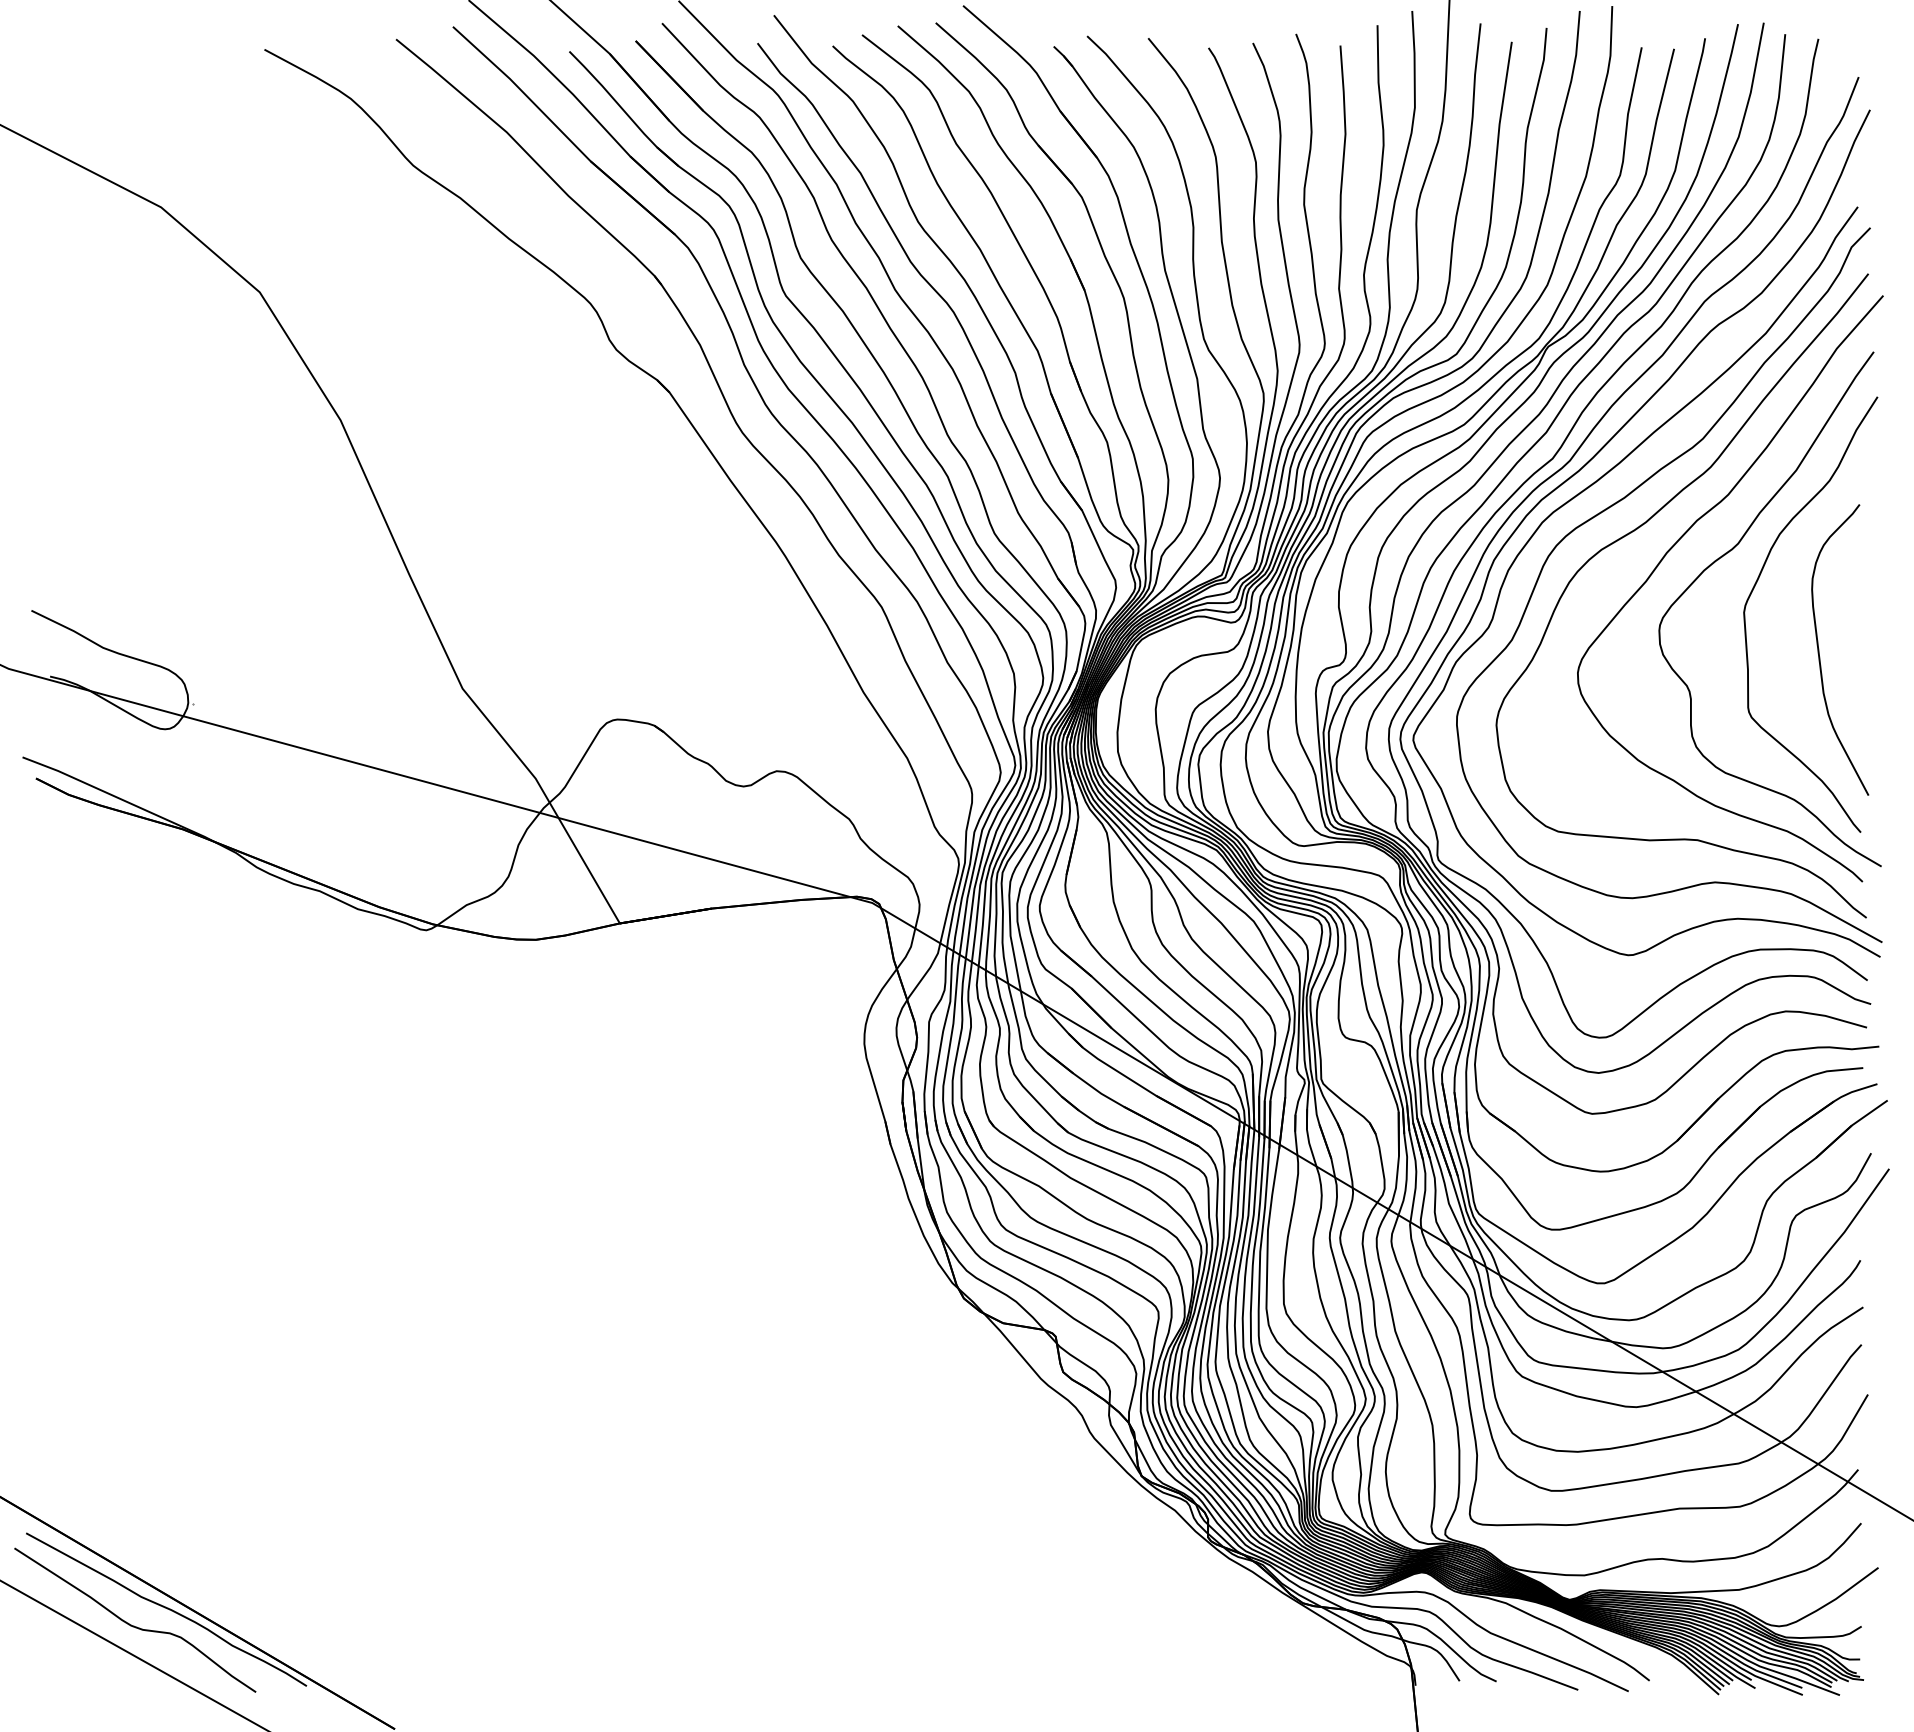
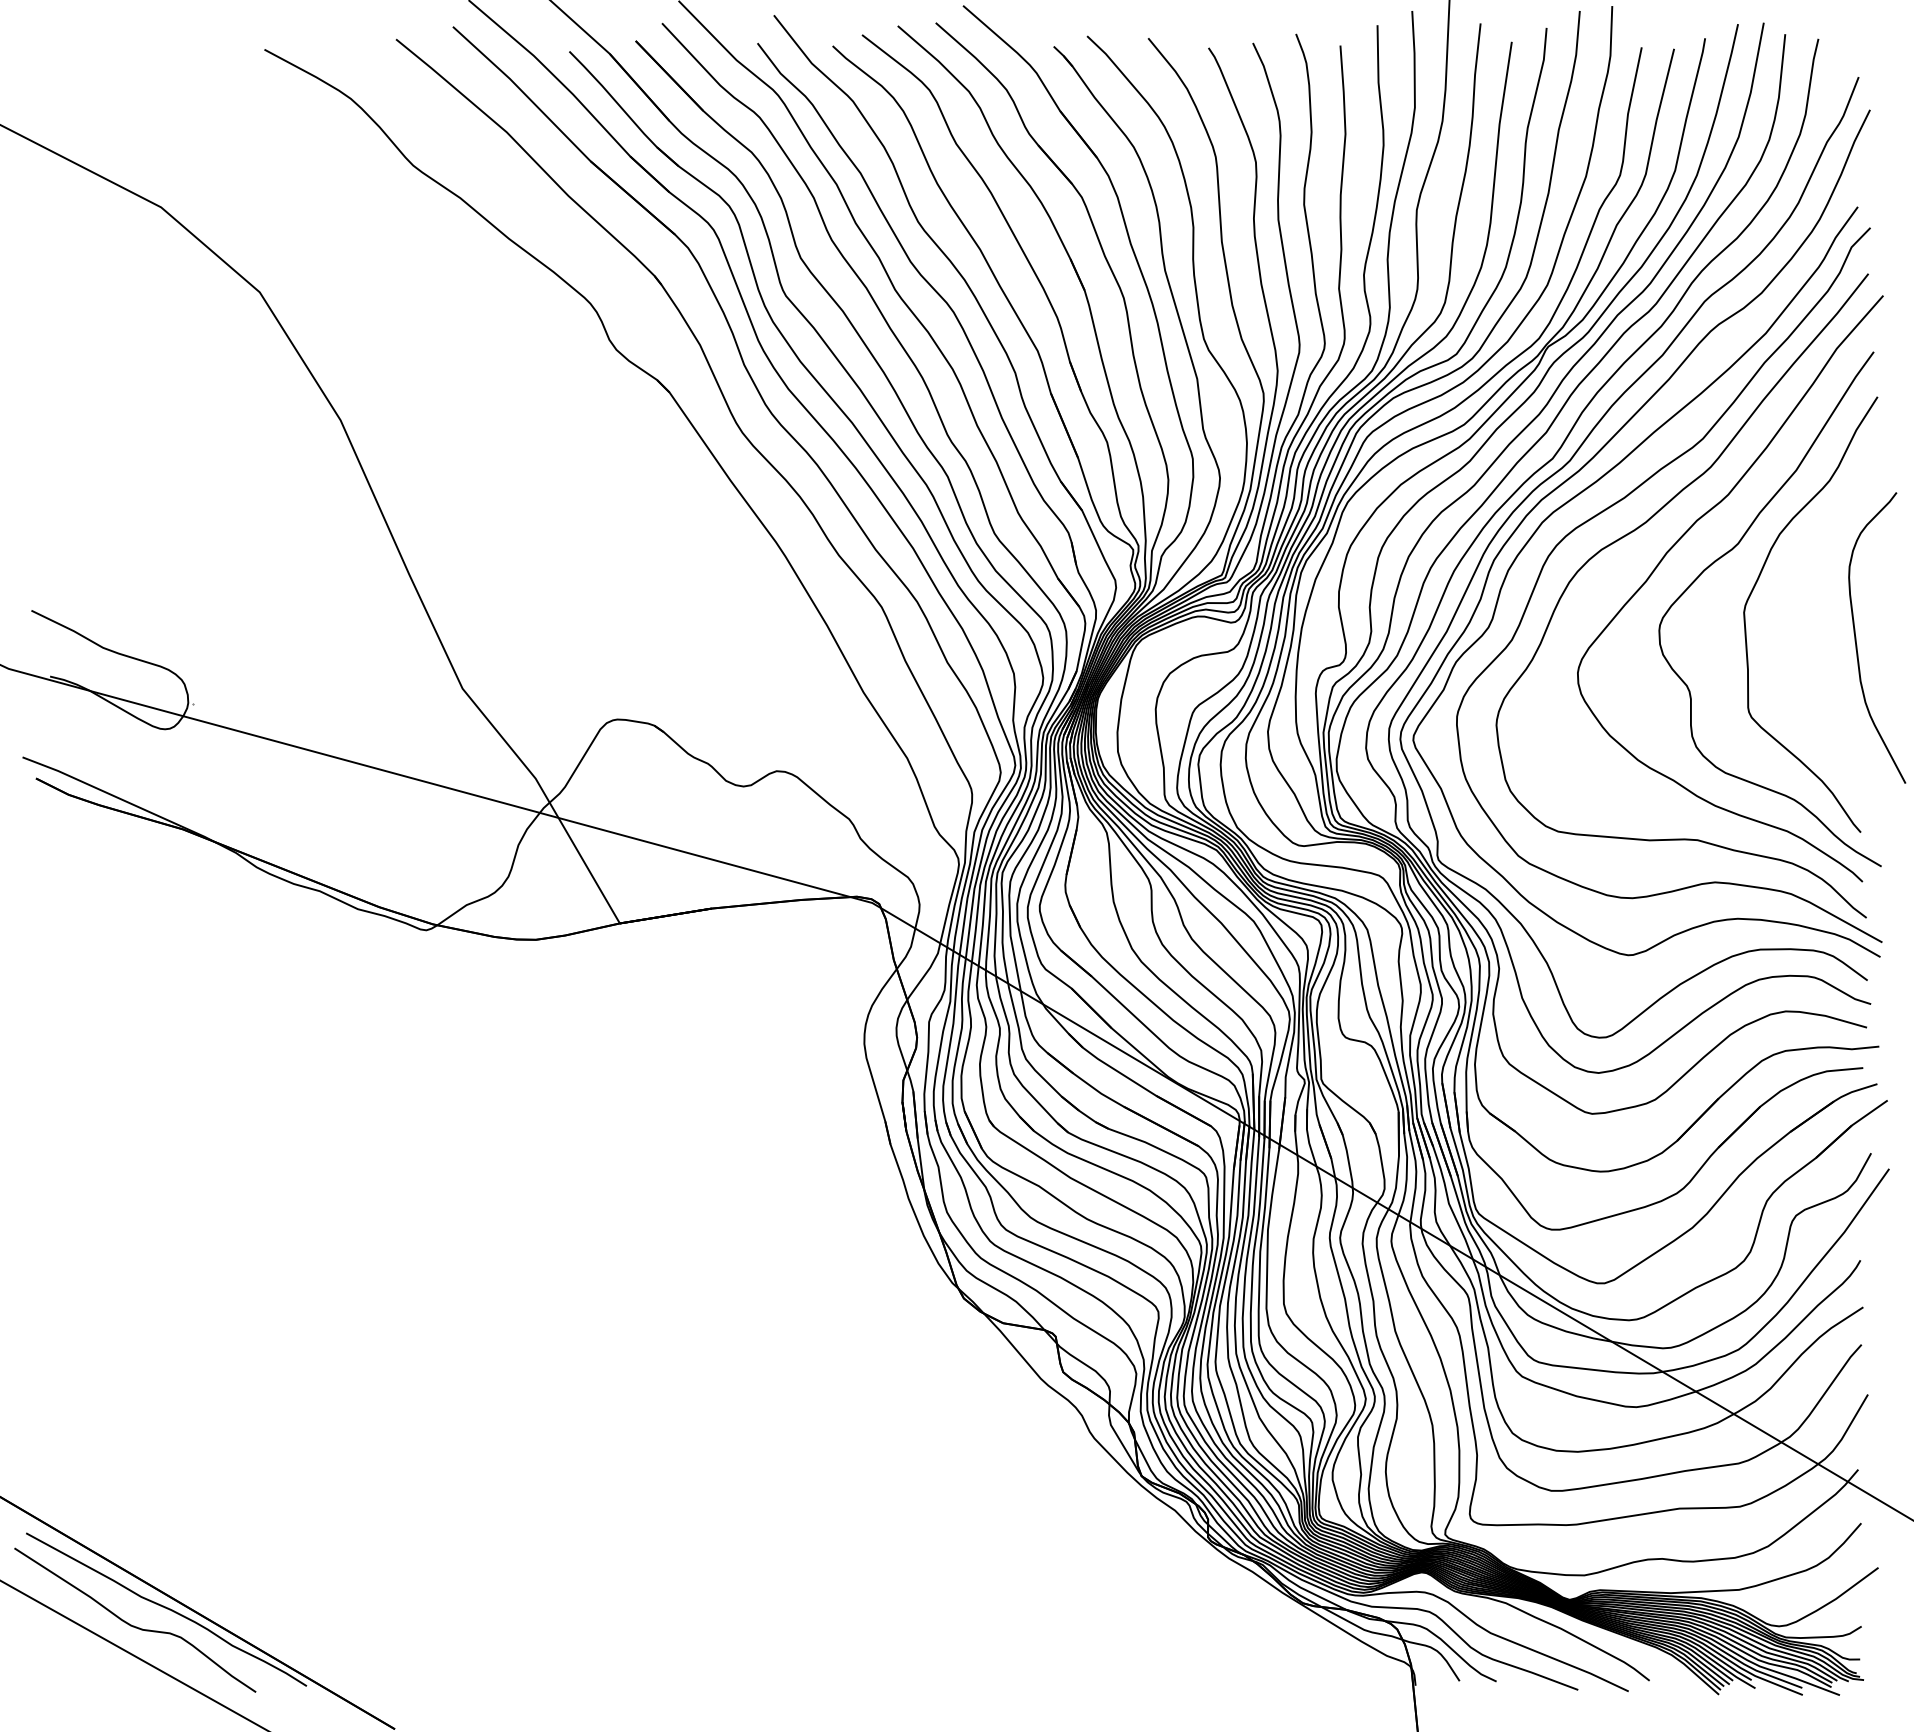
curve at (1819, 649) position: (1819, 649) -> (1856, 637)
